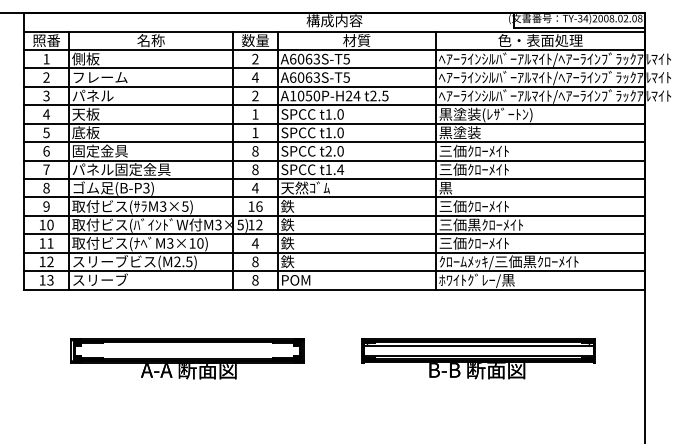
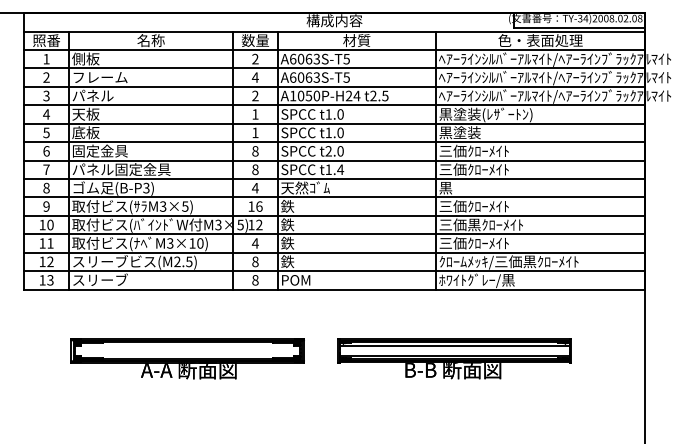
part at (478, 358) position: (478, 358) -> (454, 358)
